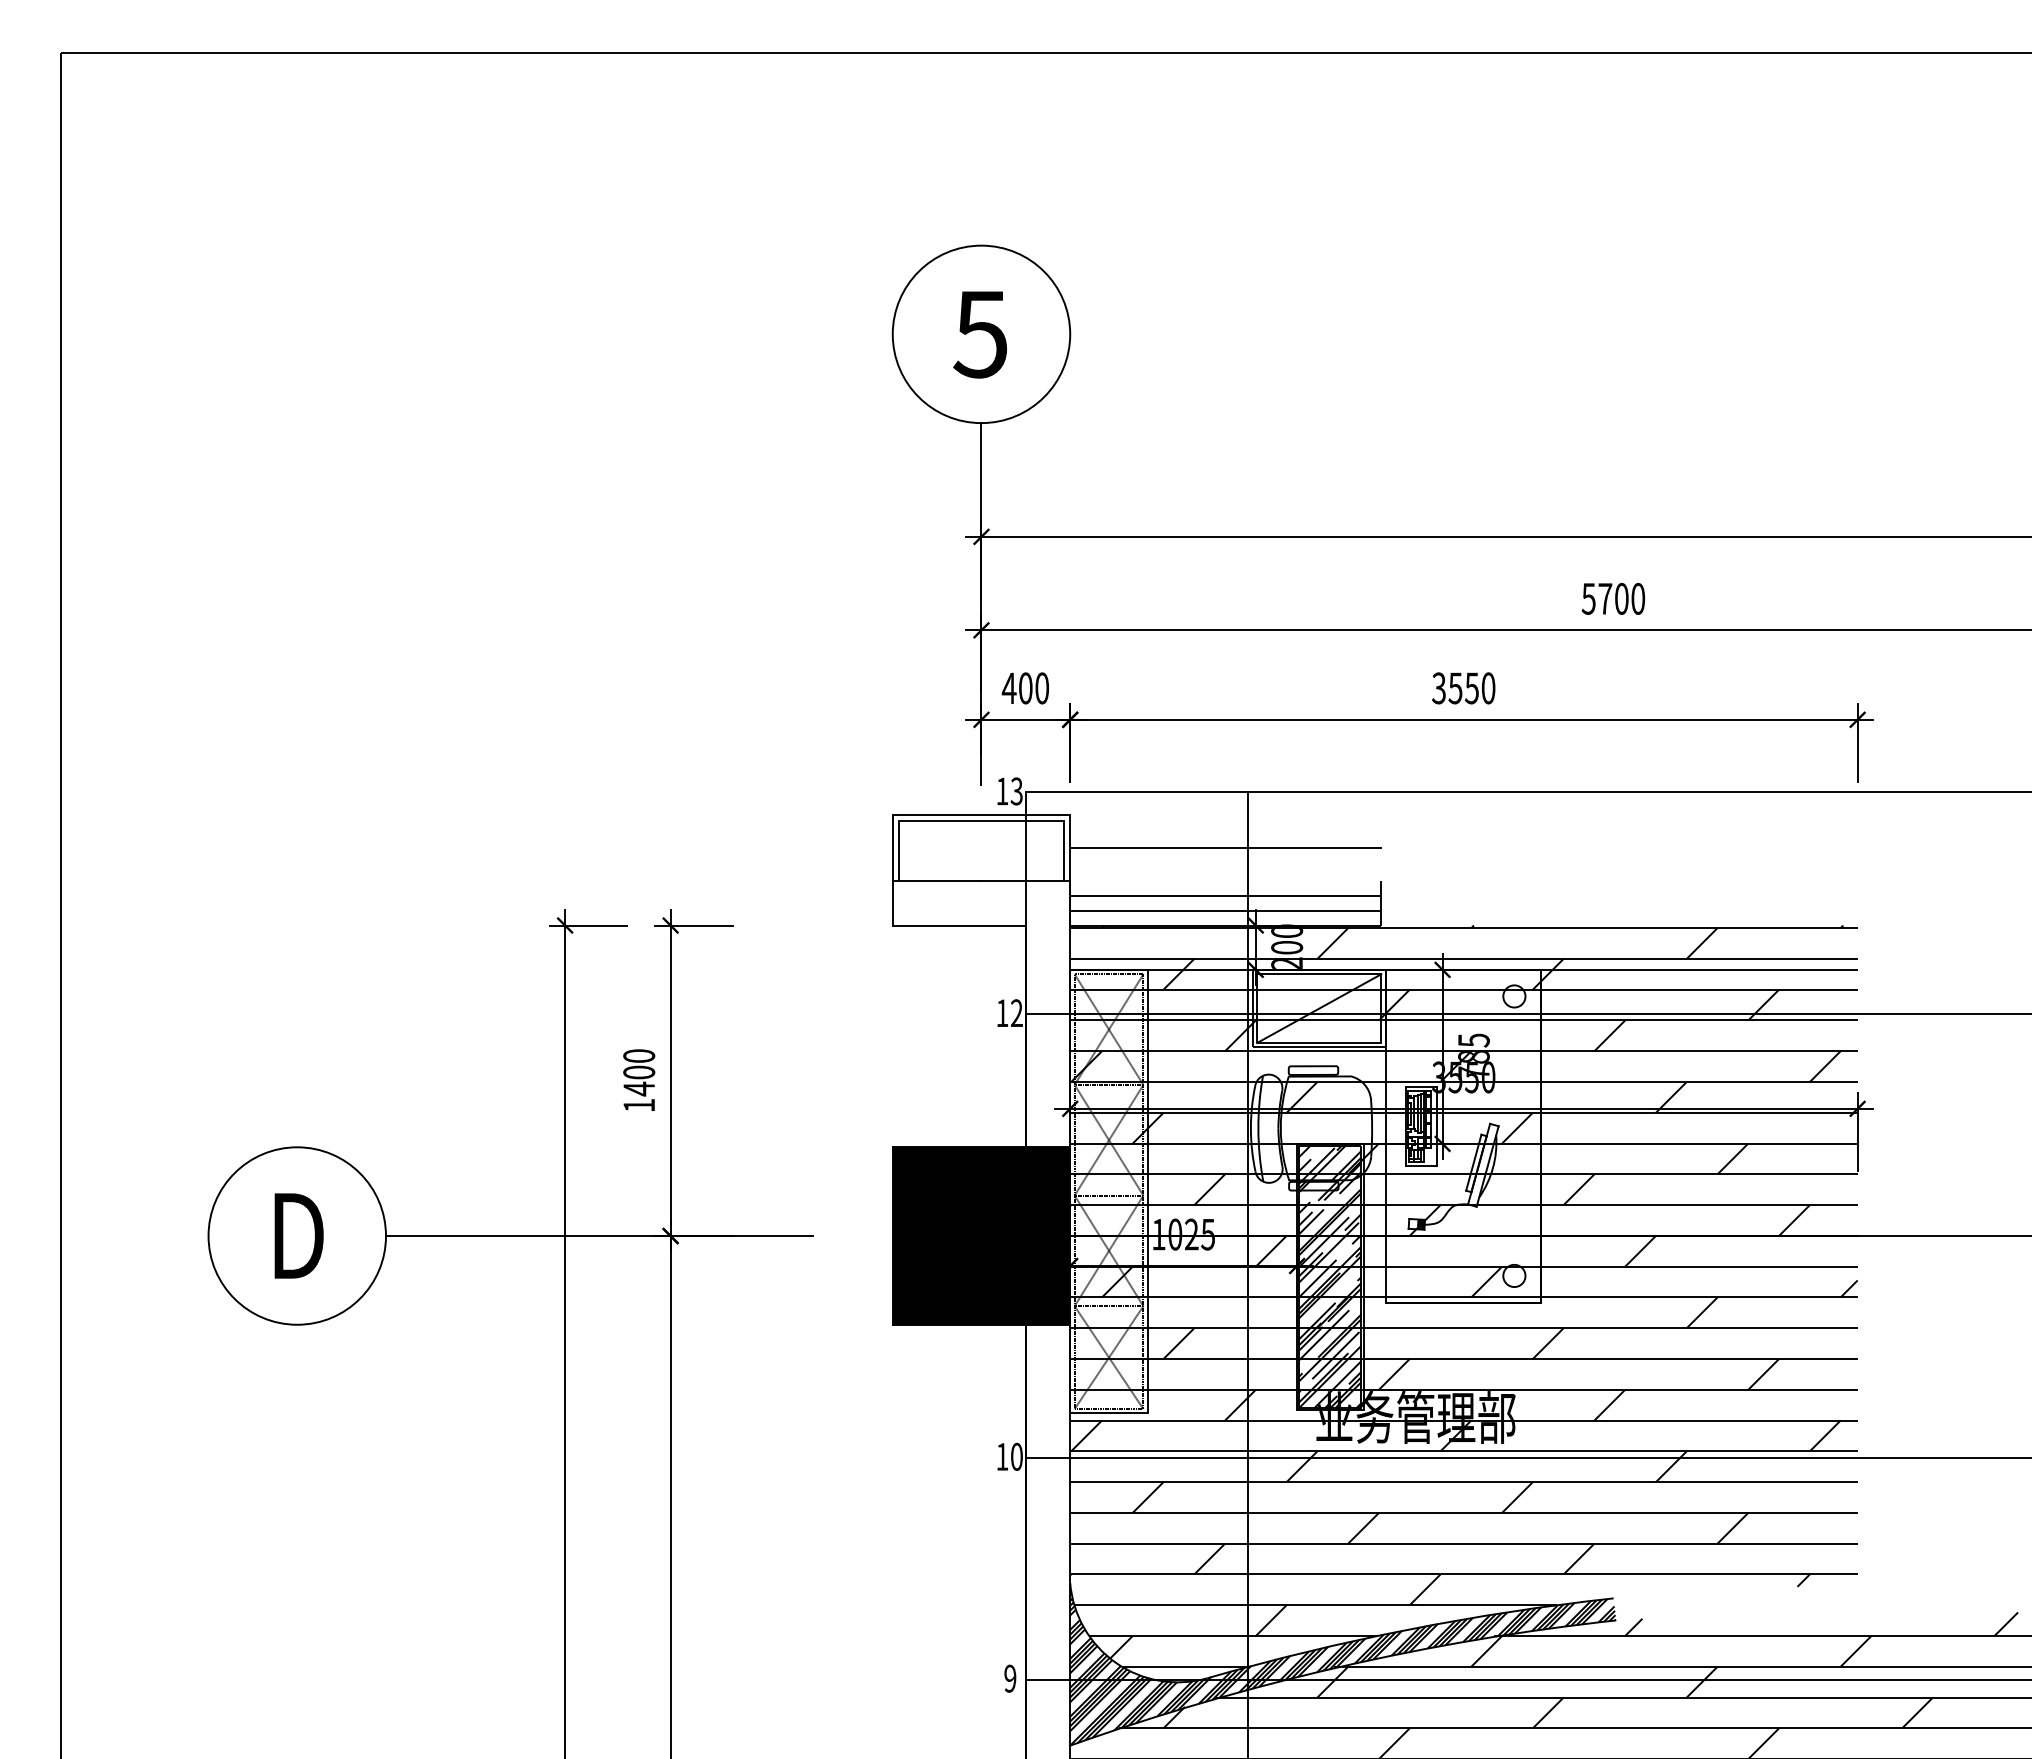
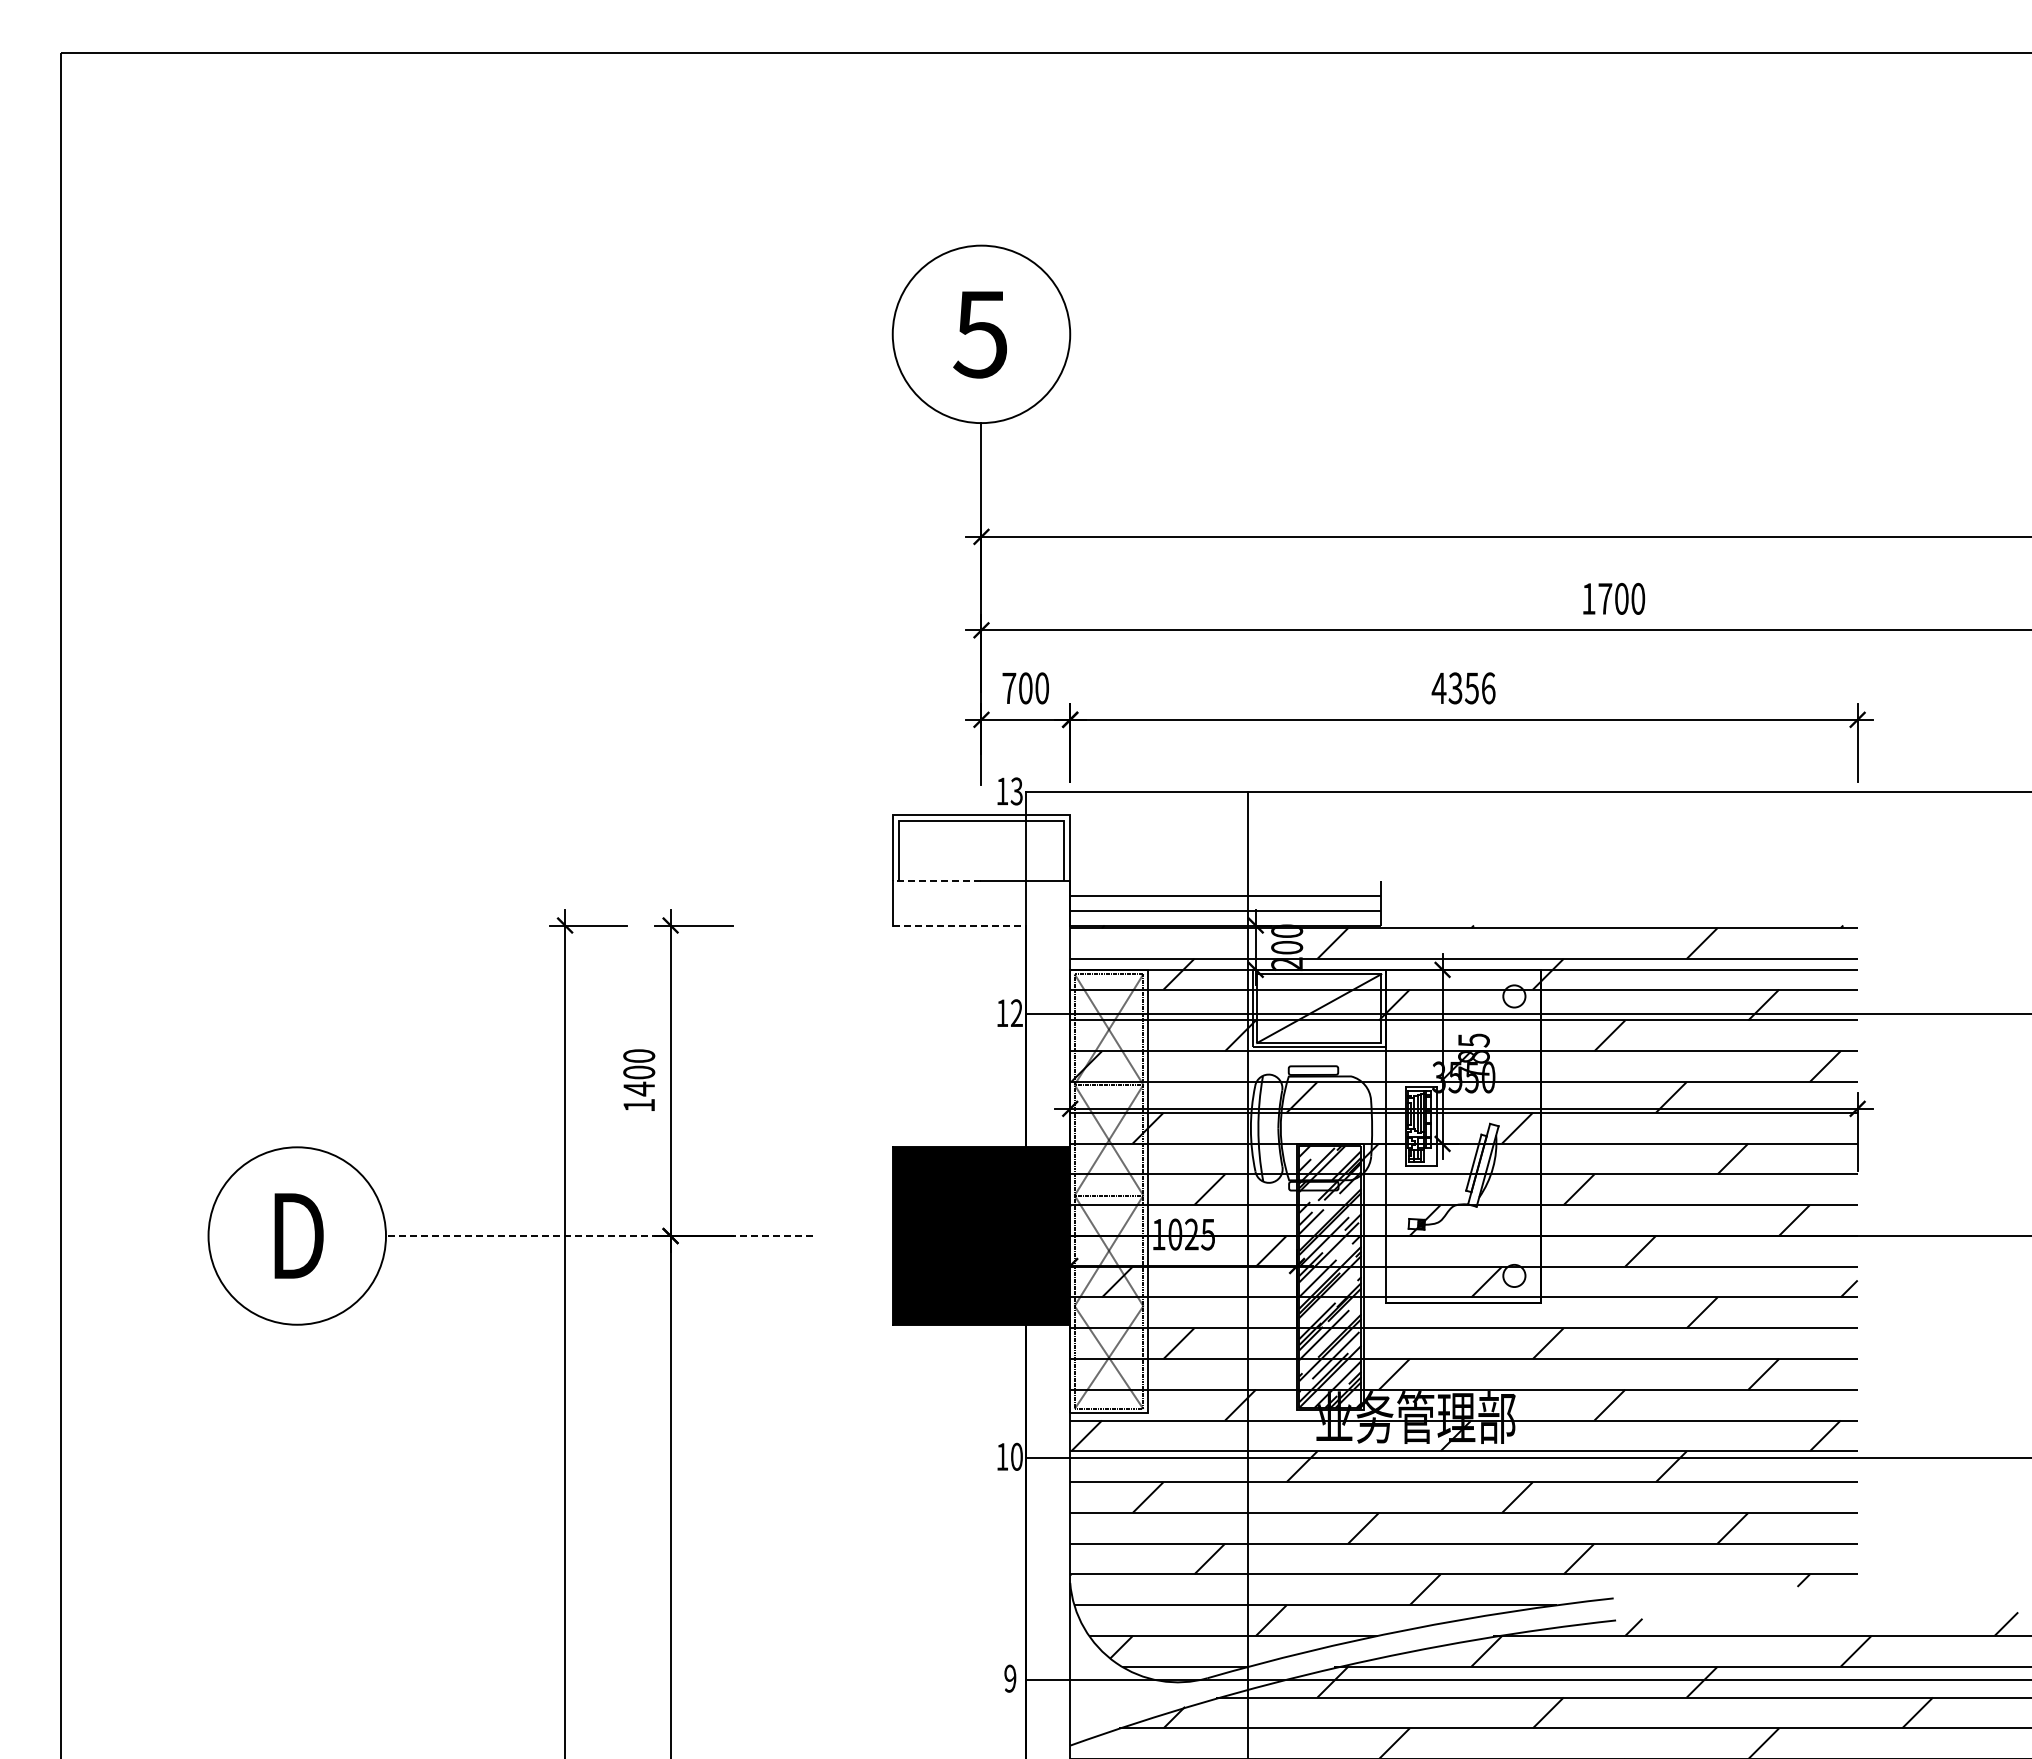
text at (1588, 598): 5700 -> 1700
text at (1008, 687): 400 -> 700
text at (1463, 688): 3550 -> 4356
line at (1225, 847): present -> none
line at (936, 881): solid -> dashed
line at (959, 925): solid -> dashed
line at (598, 1236): solid -> dashed
line at (1108, 1306): present -> none
hatch at (1342, 1665): present -> none
